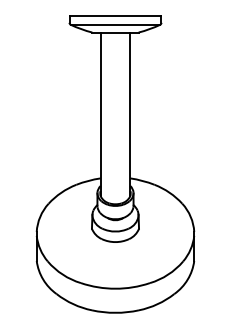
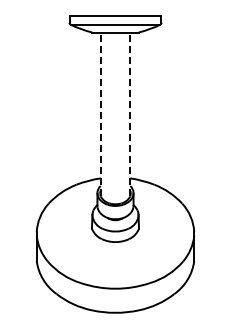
line at (100, 114): solid -> dashed
line at (130, 114): solid -> dashed
